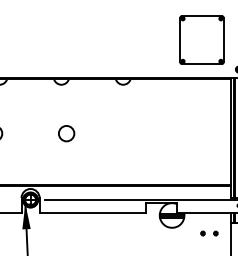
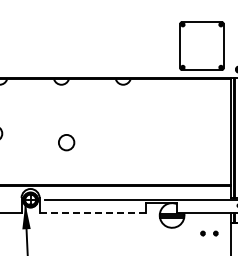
part at (201, 39) position: (201, 39) -> (201, 45)
circle at (66, 133) position: (66, 133) -> (66, 142)
line at (93, 213): solid -> dashed
